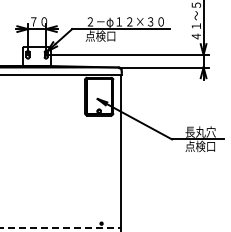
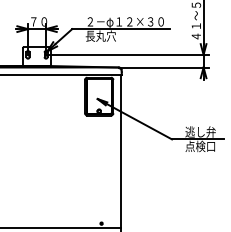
text at (100, 35): 点検口 -> 長丸穴
text at (200, 131): 長丸穴 -> 逃し弁
line at (61, 227): dashed -> solid
